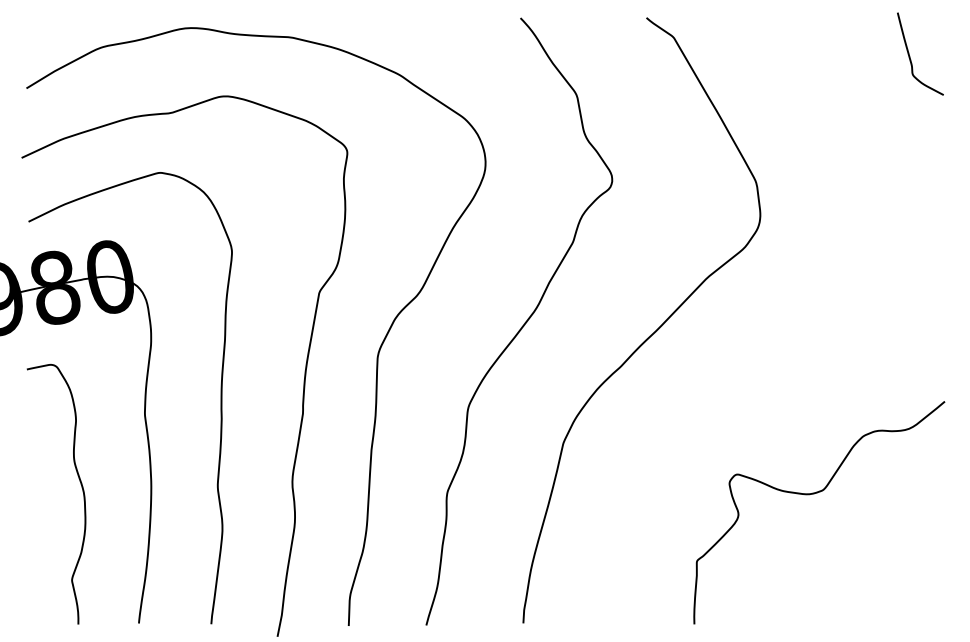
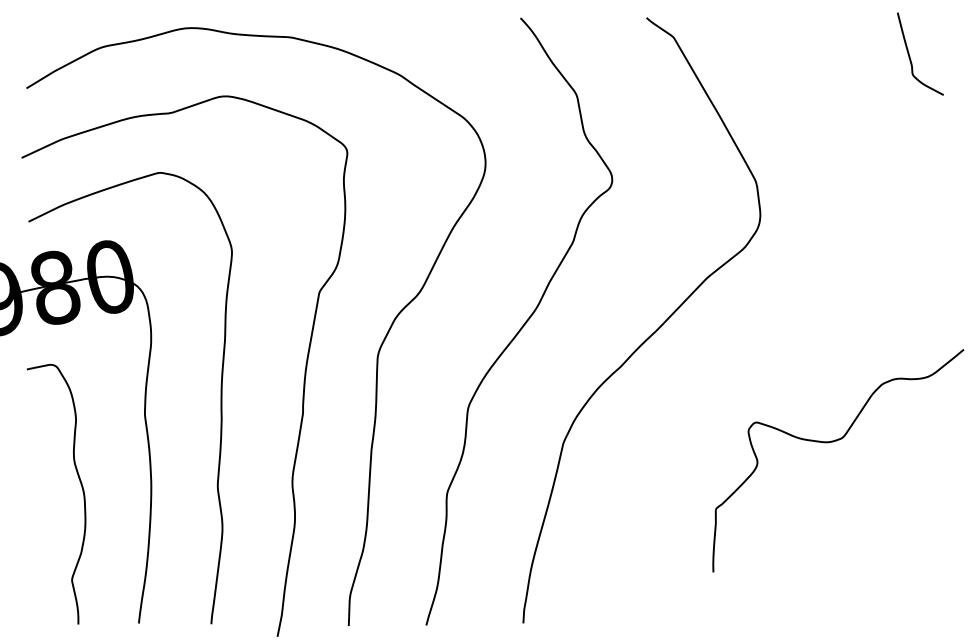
curve at (814, 494) position: (814, 494) -> (833, 442)
